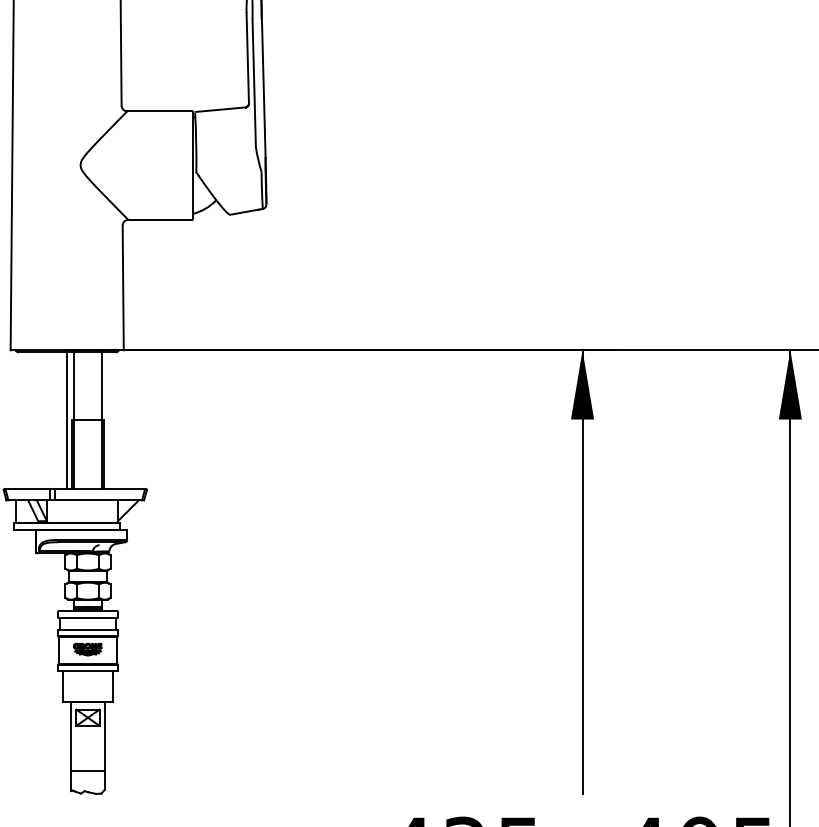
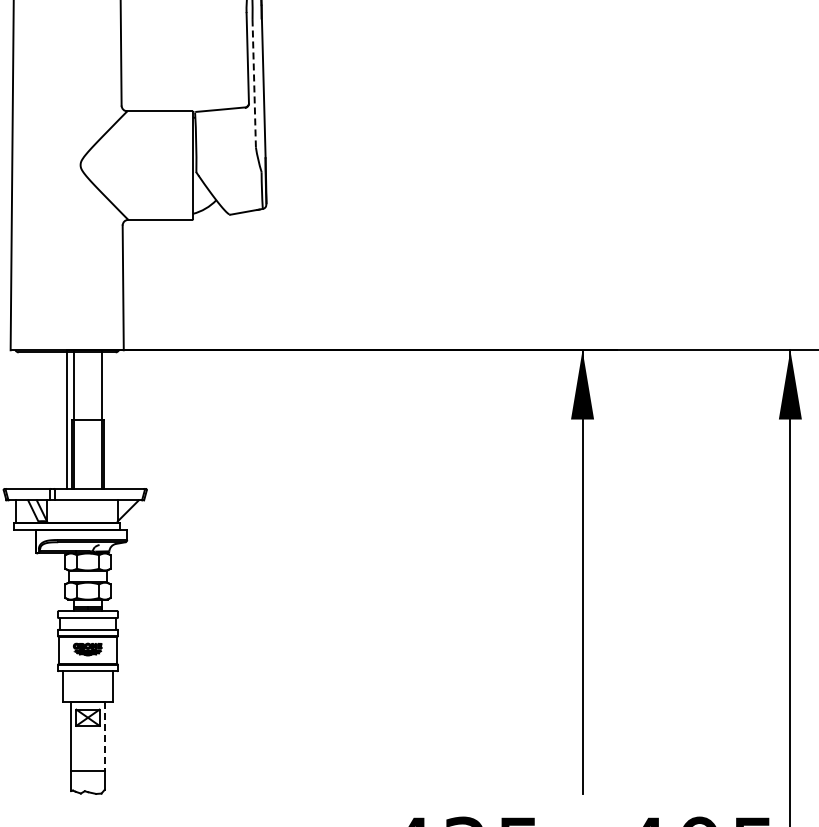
line at (254, 83): solid -> dashed
line at (105, 736): solid -> dashed
